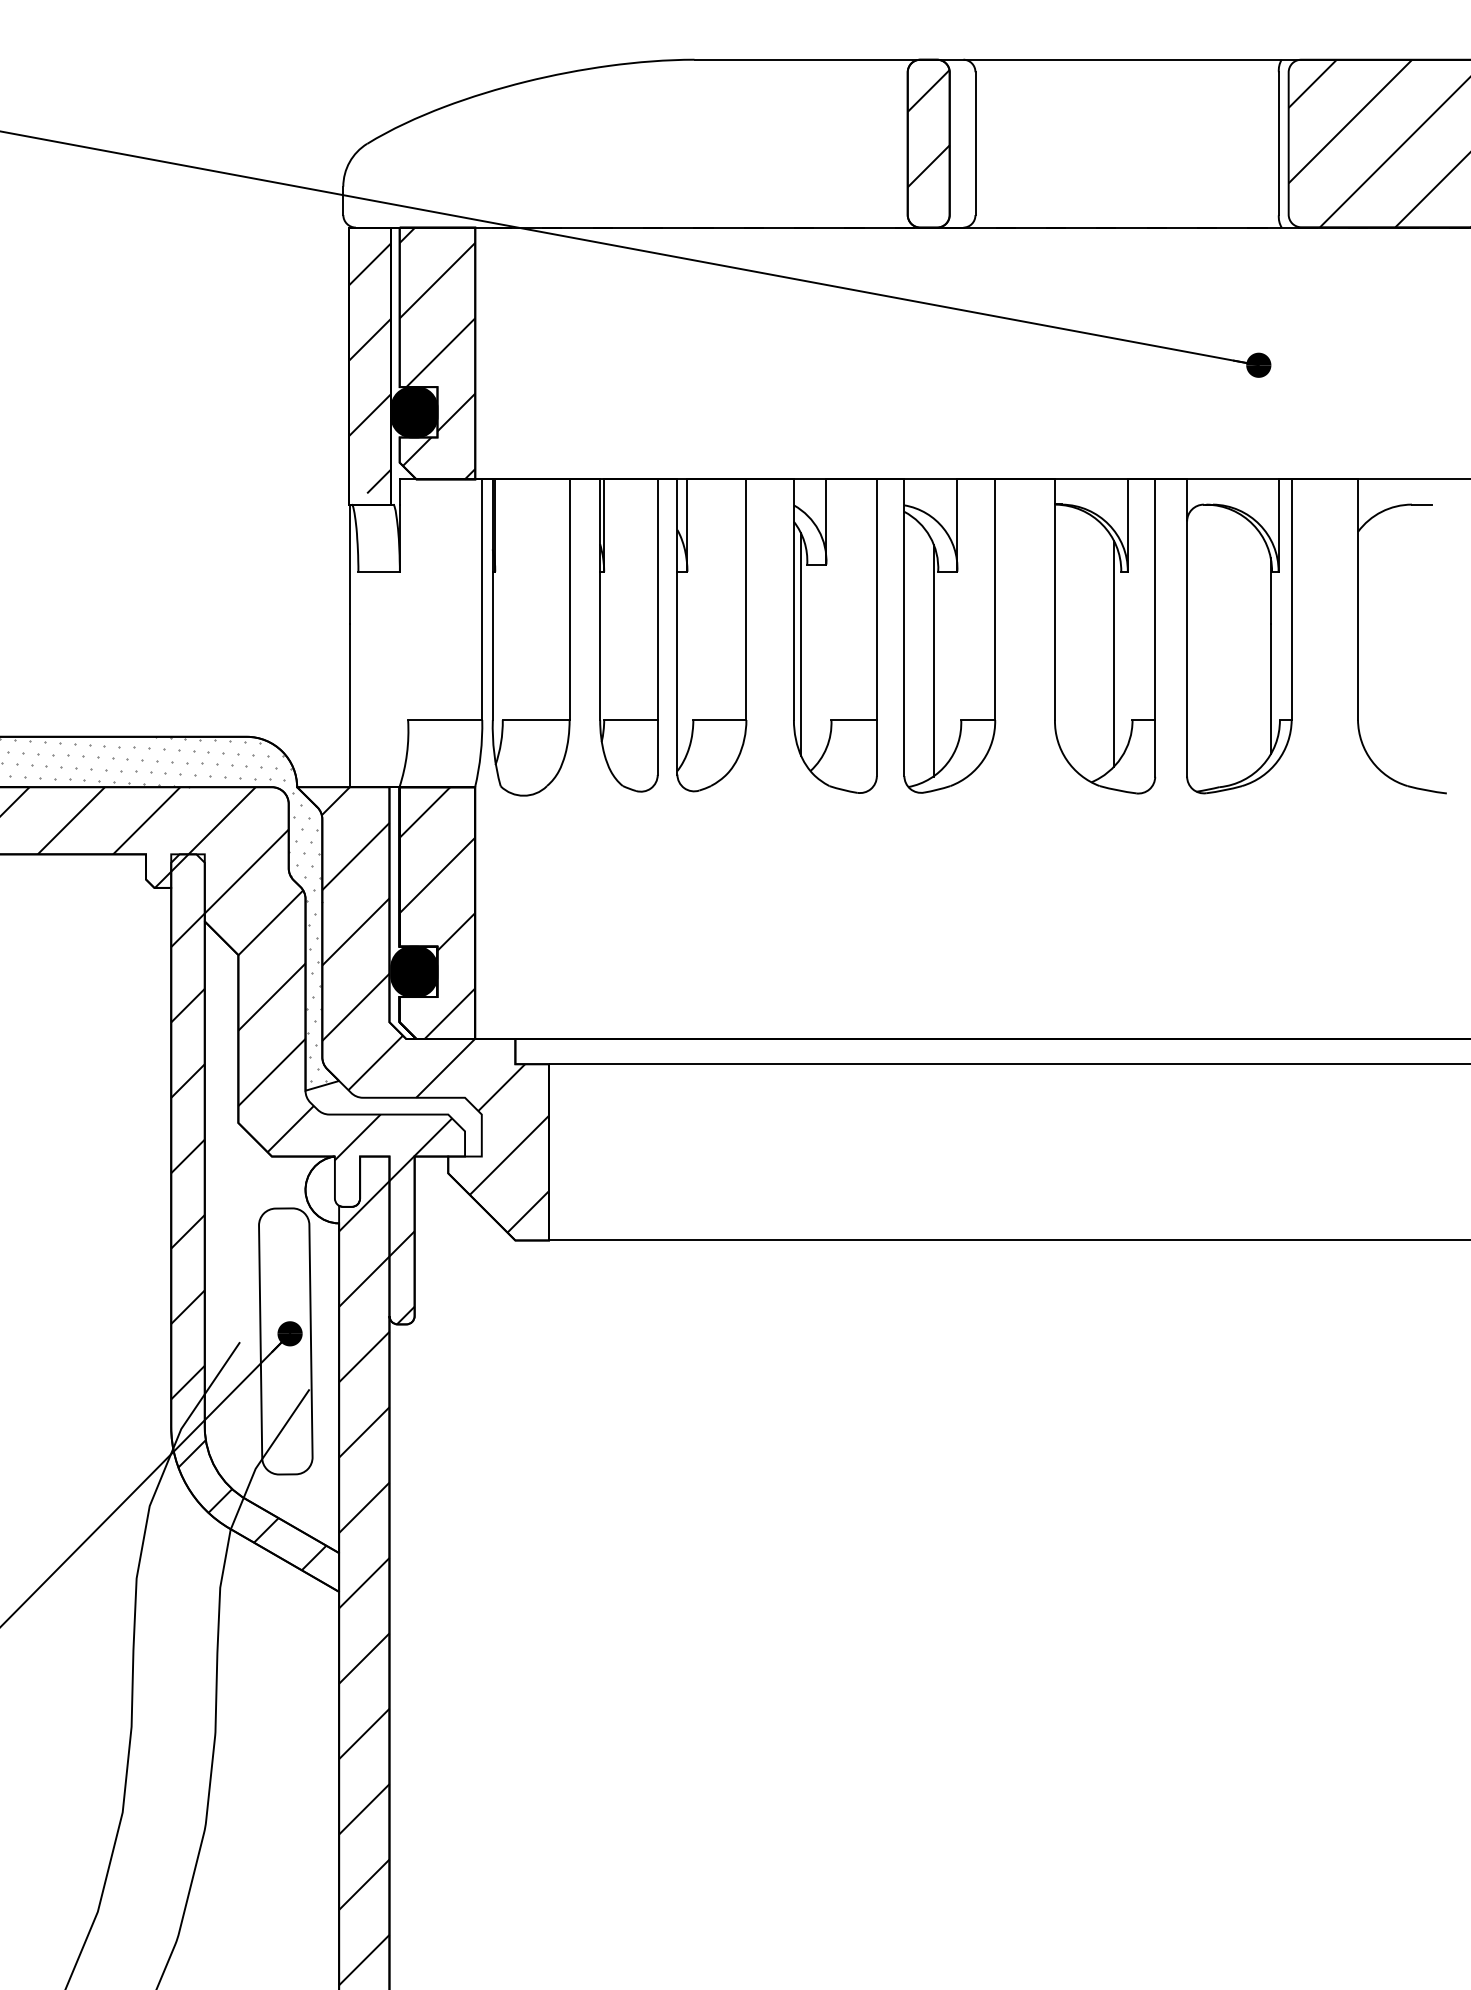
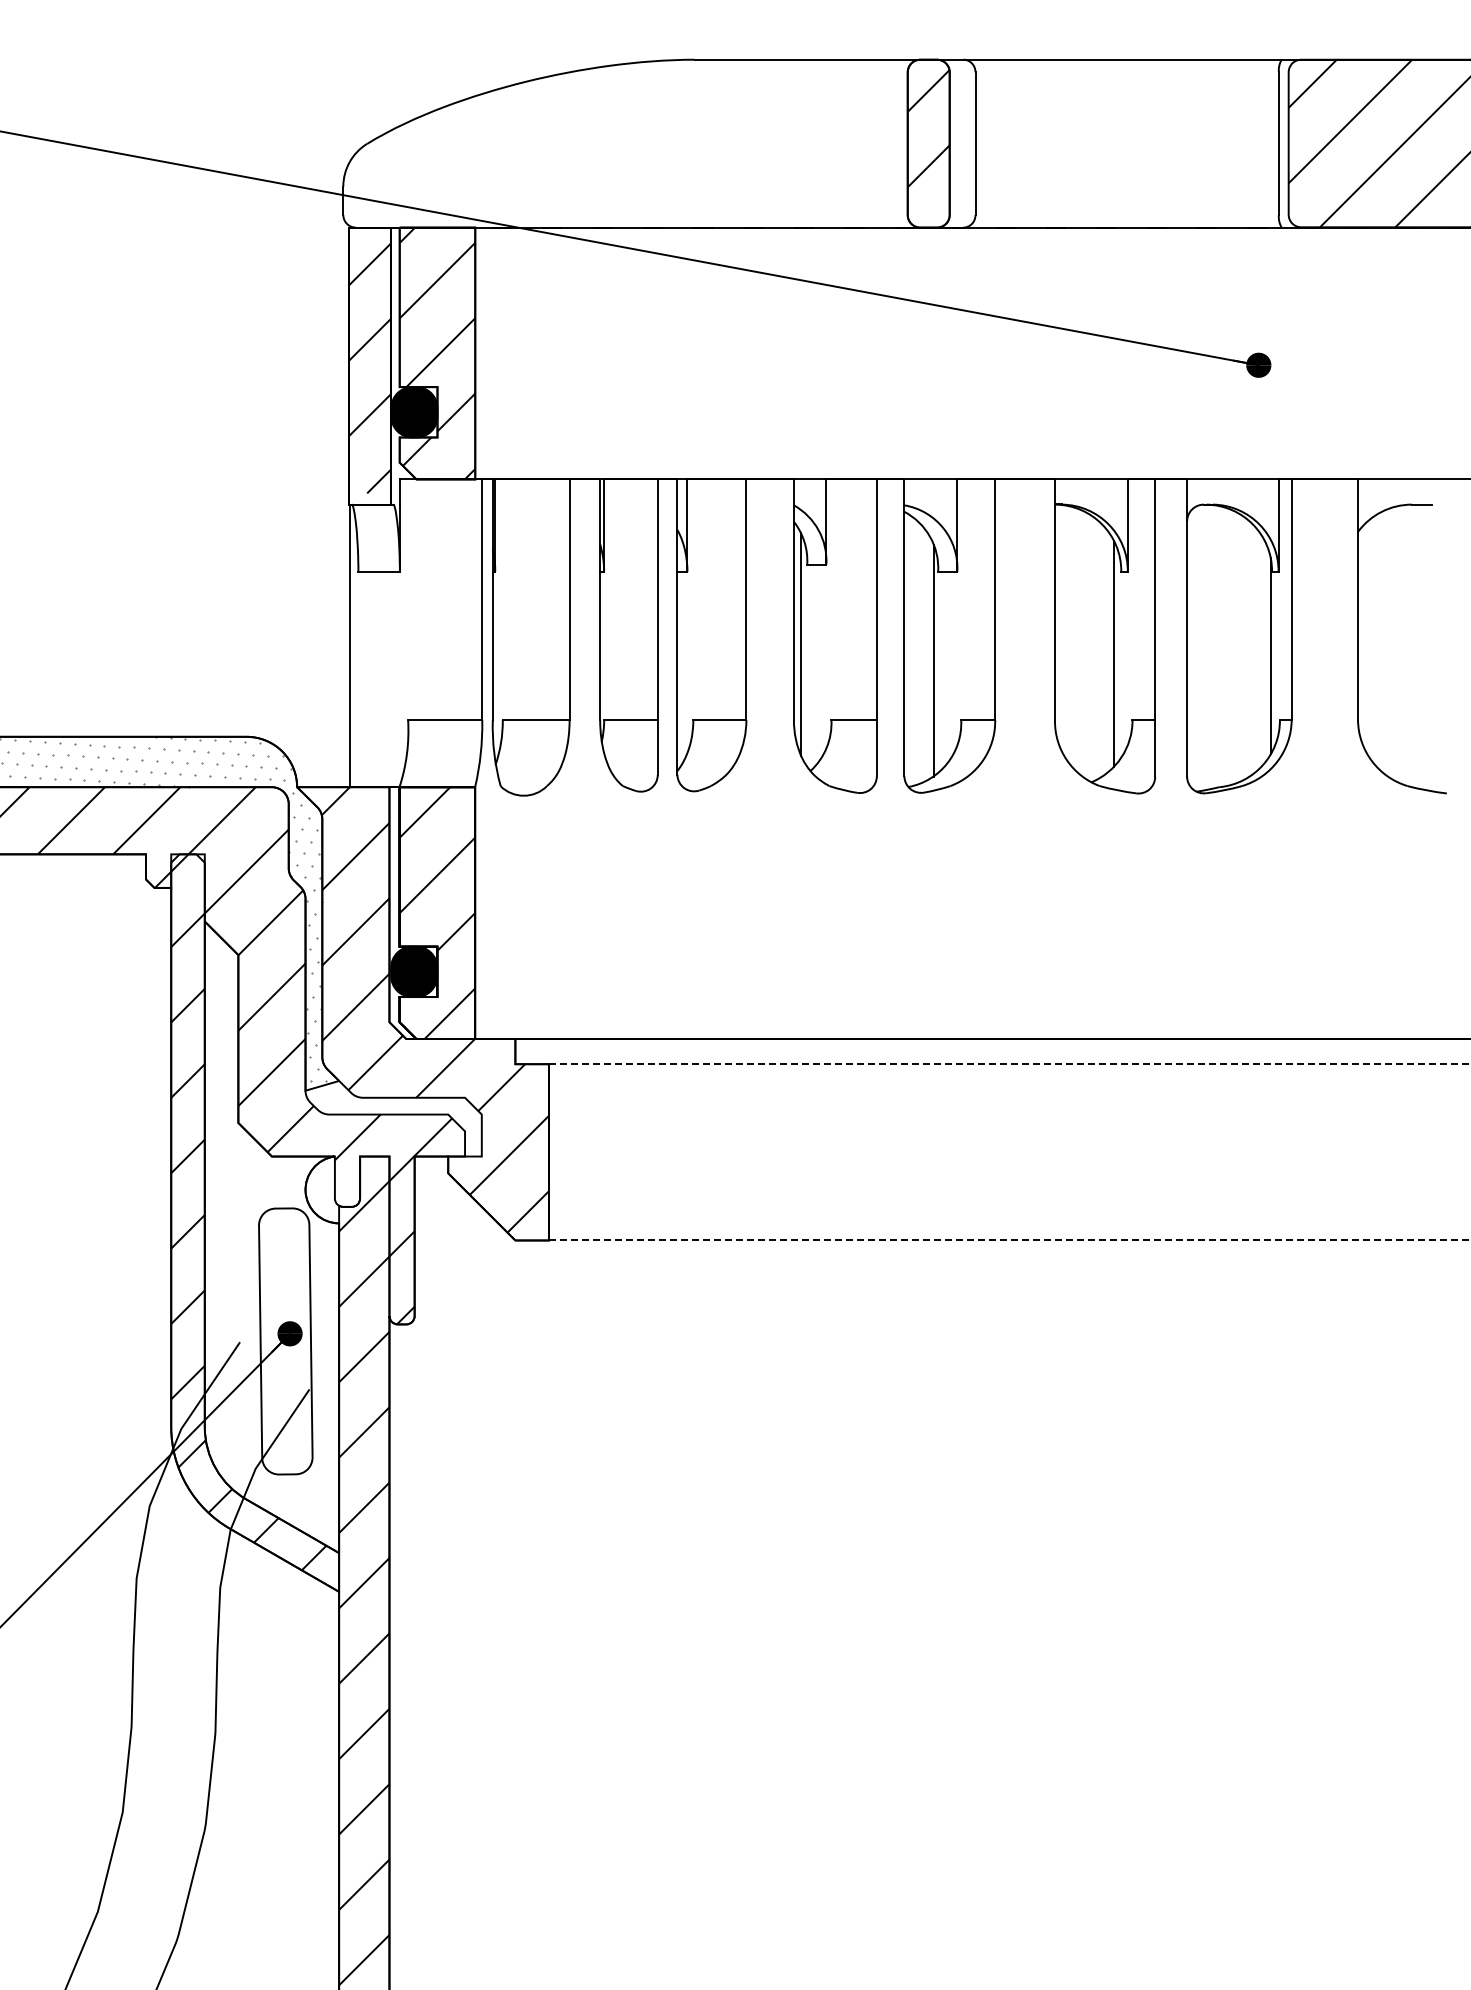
line at (1009, 1064): solid -> dashed
line at (1009, 1240): solid -> dashed
